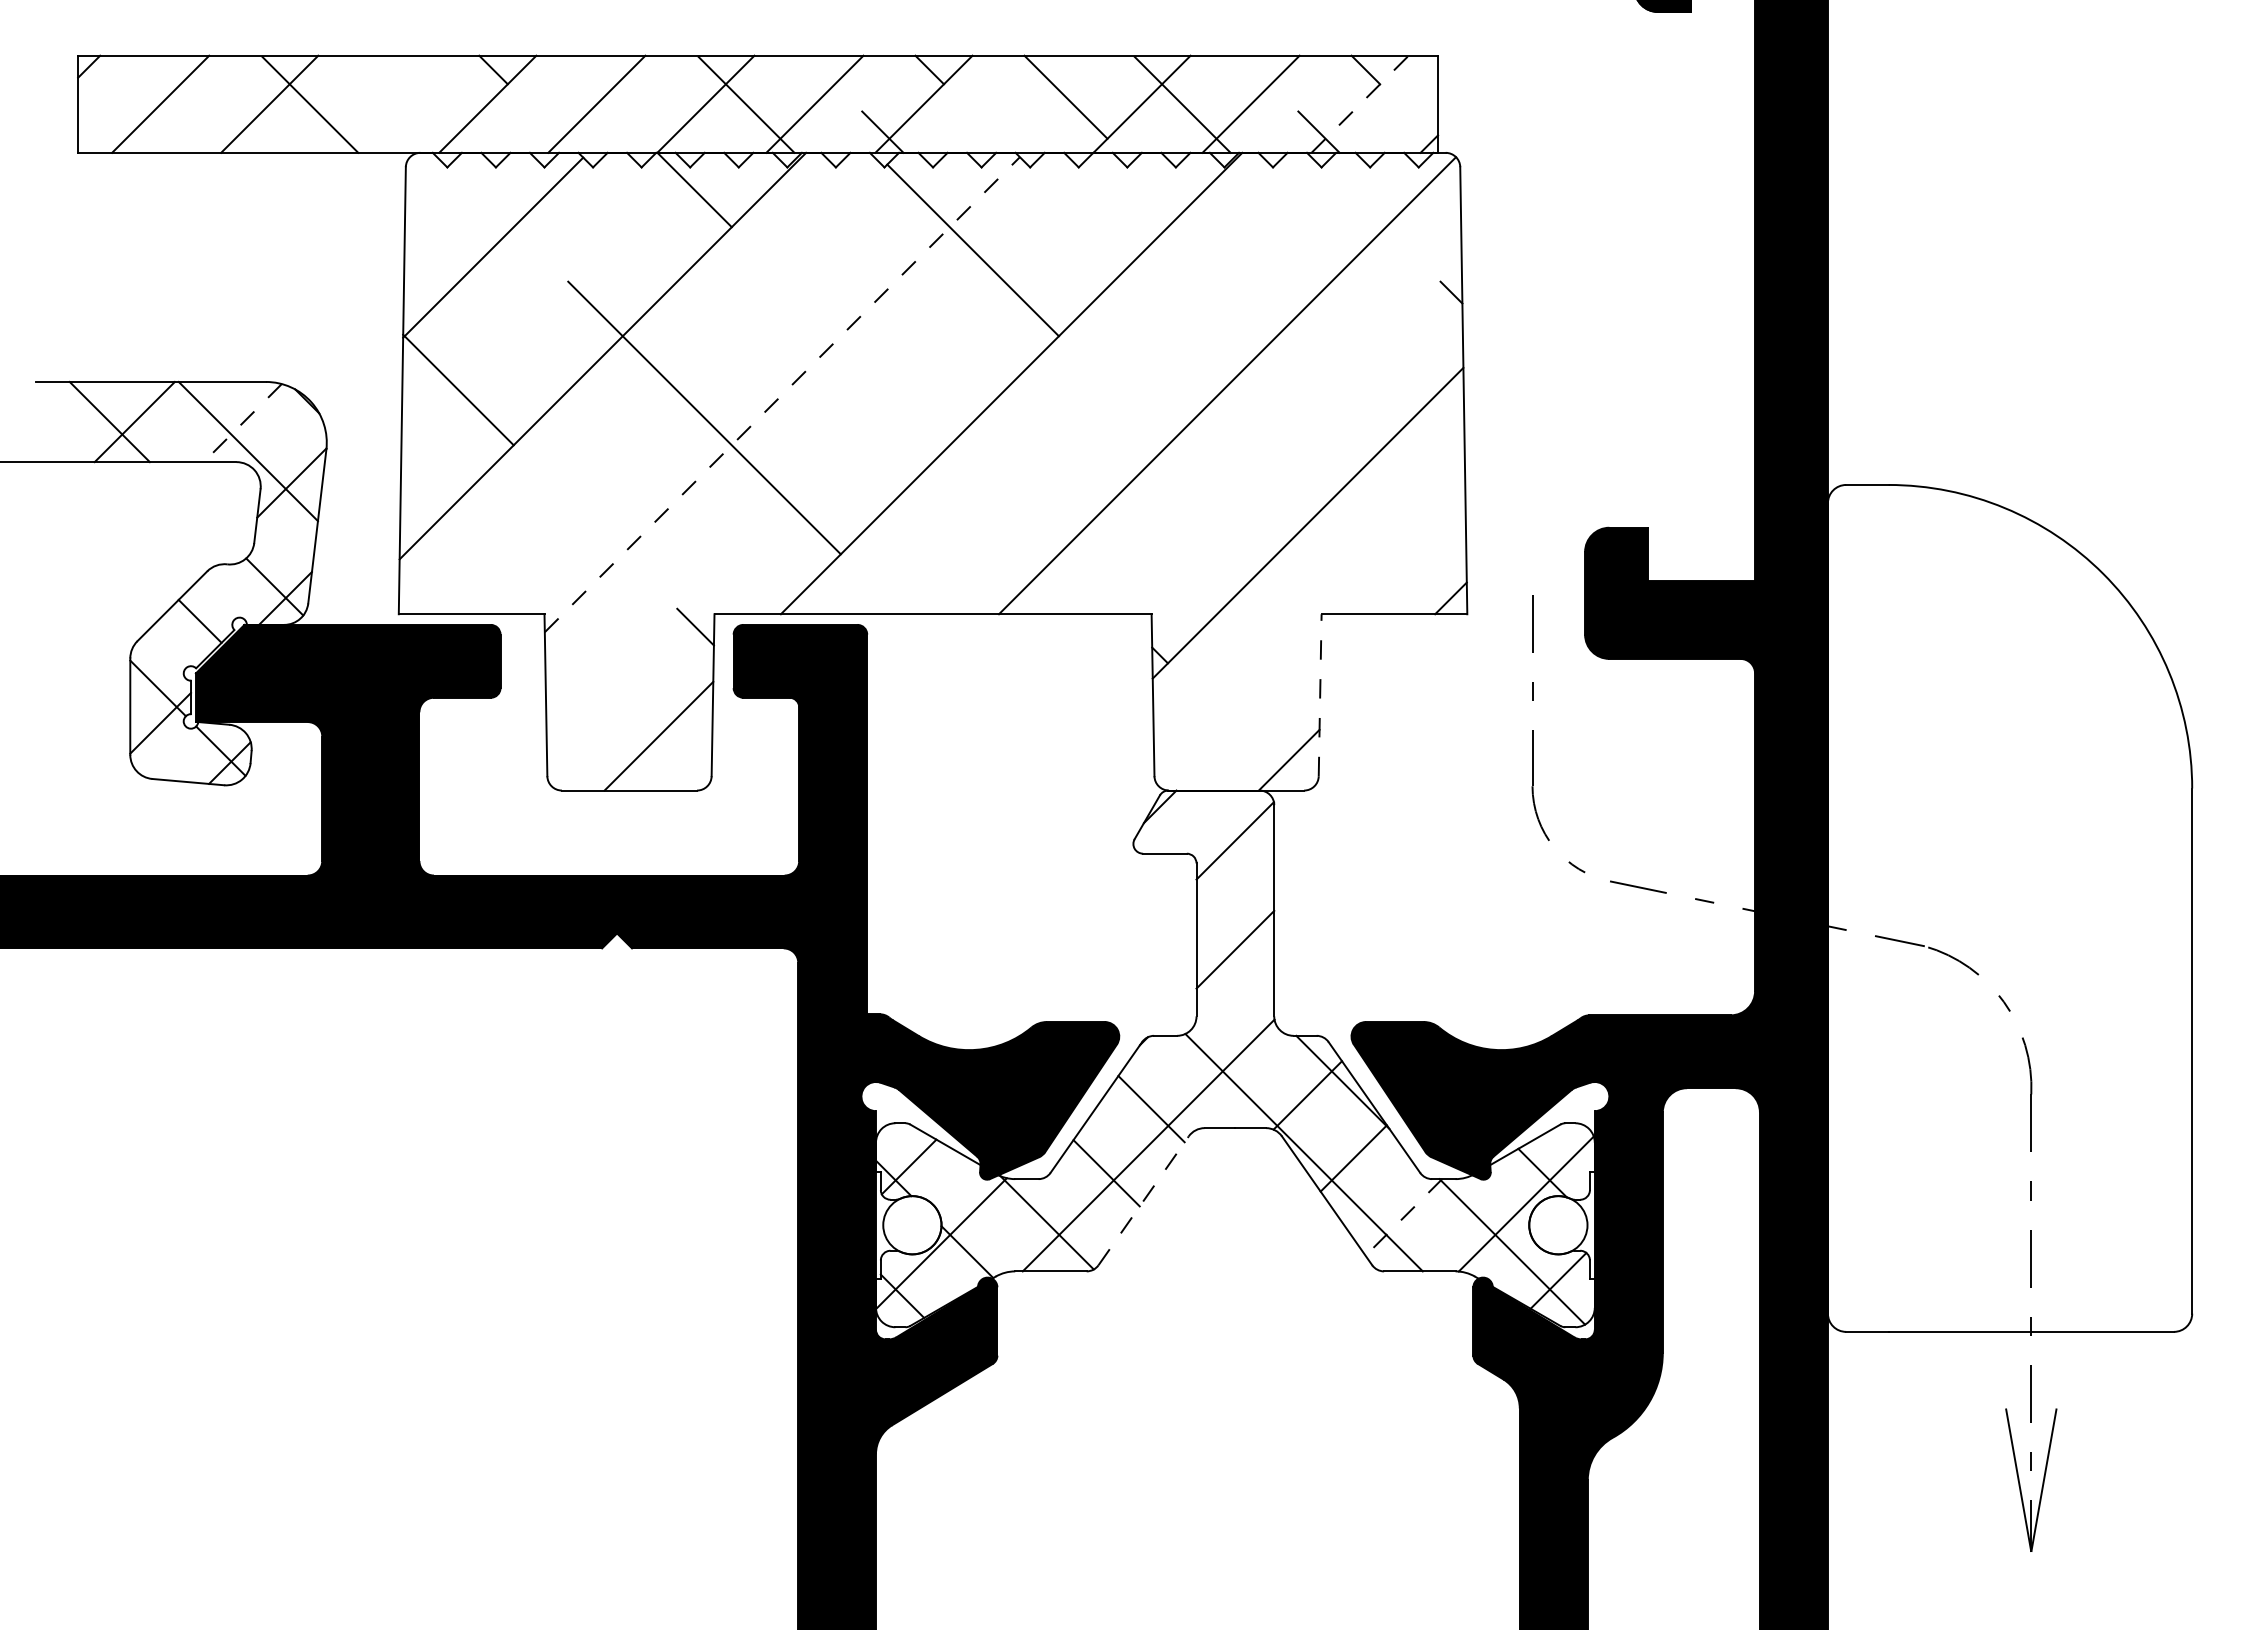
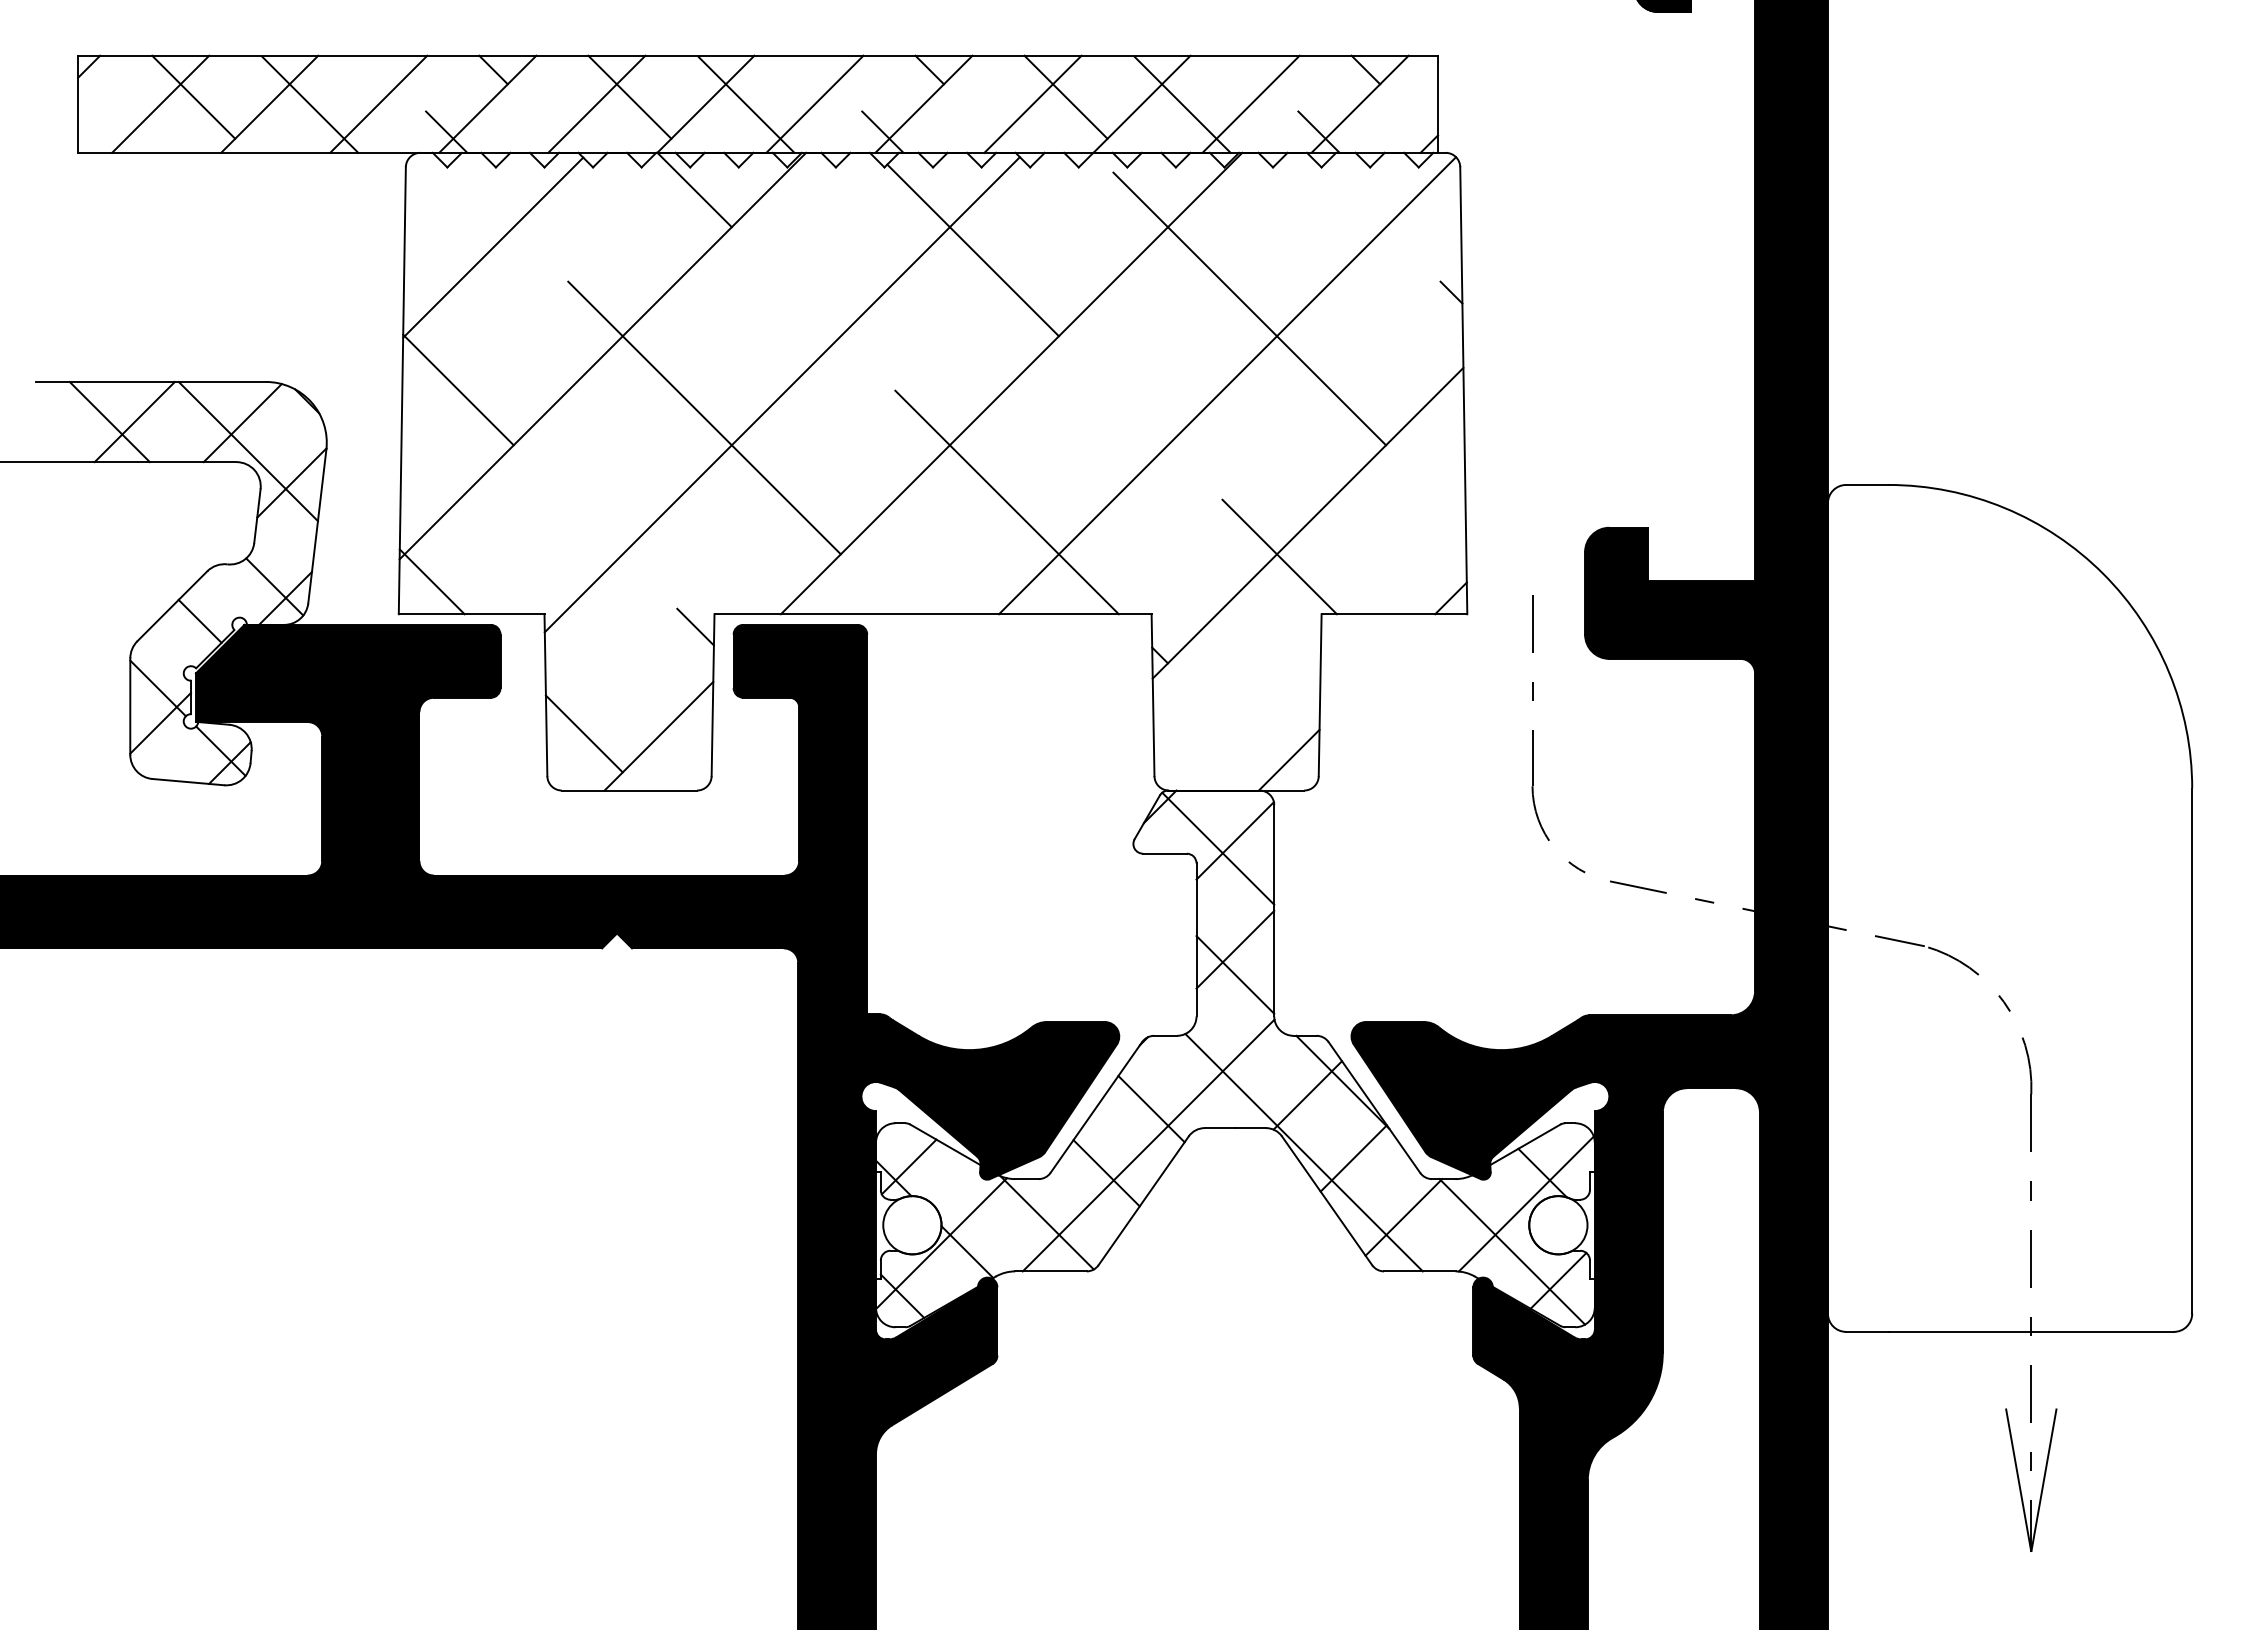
line at (193, 96): none -> present
line at (629, 96): none -> present
line at (378, 103): none -> present
line at (1032, 103): none -> present
line at (1360, 104): dashed -> solid
line at (446, 131): none -> present
line at (1249, 308): none -> present
line at (782, 394): dashed -> solid
line at (242, 423): dashed -> solid
line at (1006, 502): none -> present
line at (1279, 556): none -> present
line at (431, 581): none -> present
line at (1320, 694): dashed -> solid
line at (583, 733): none -> present
line at (1218, 848): none -> present
line at (1235, 974): none -> present
line at (1143, 1200): dashed -> solid
line at (1403, 1217): dashed -> solid
